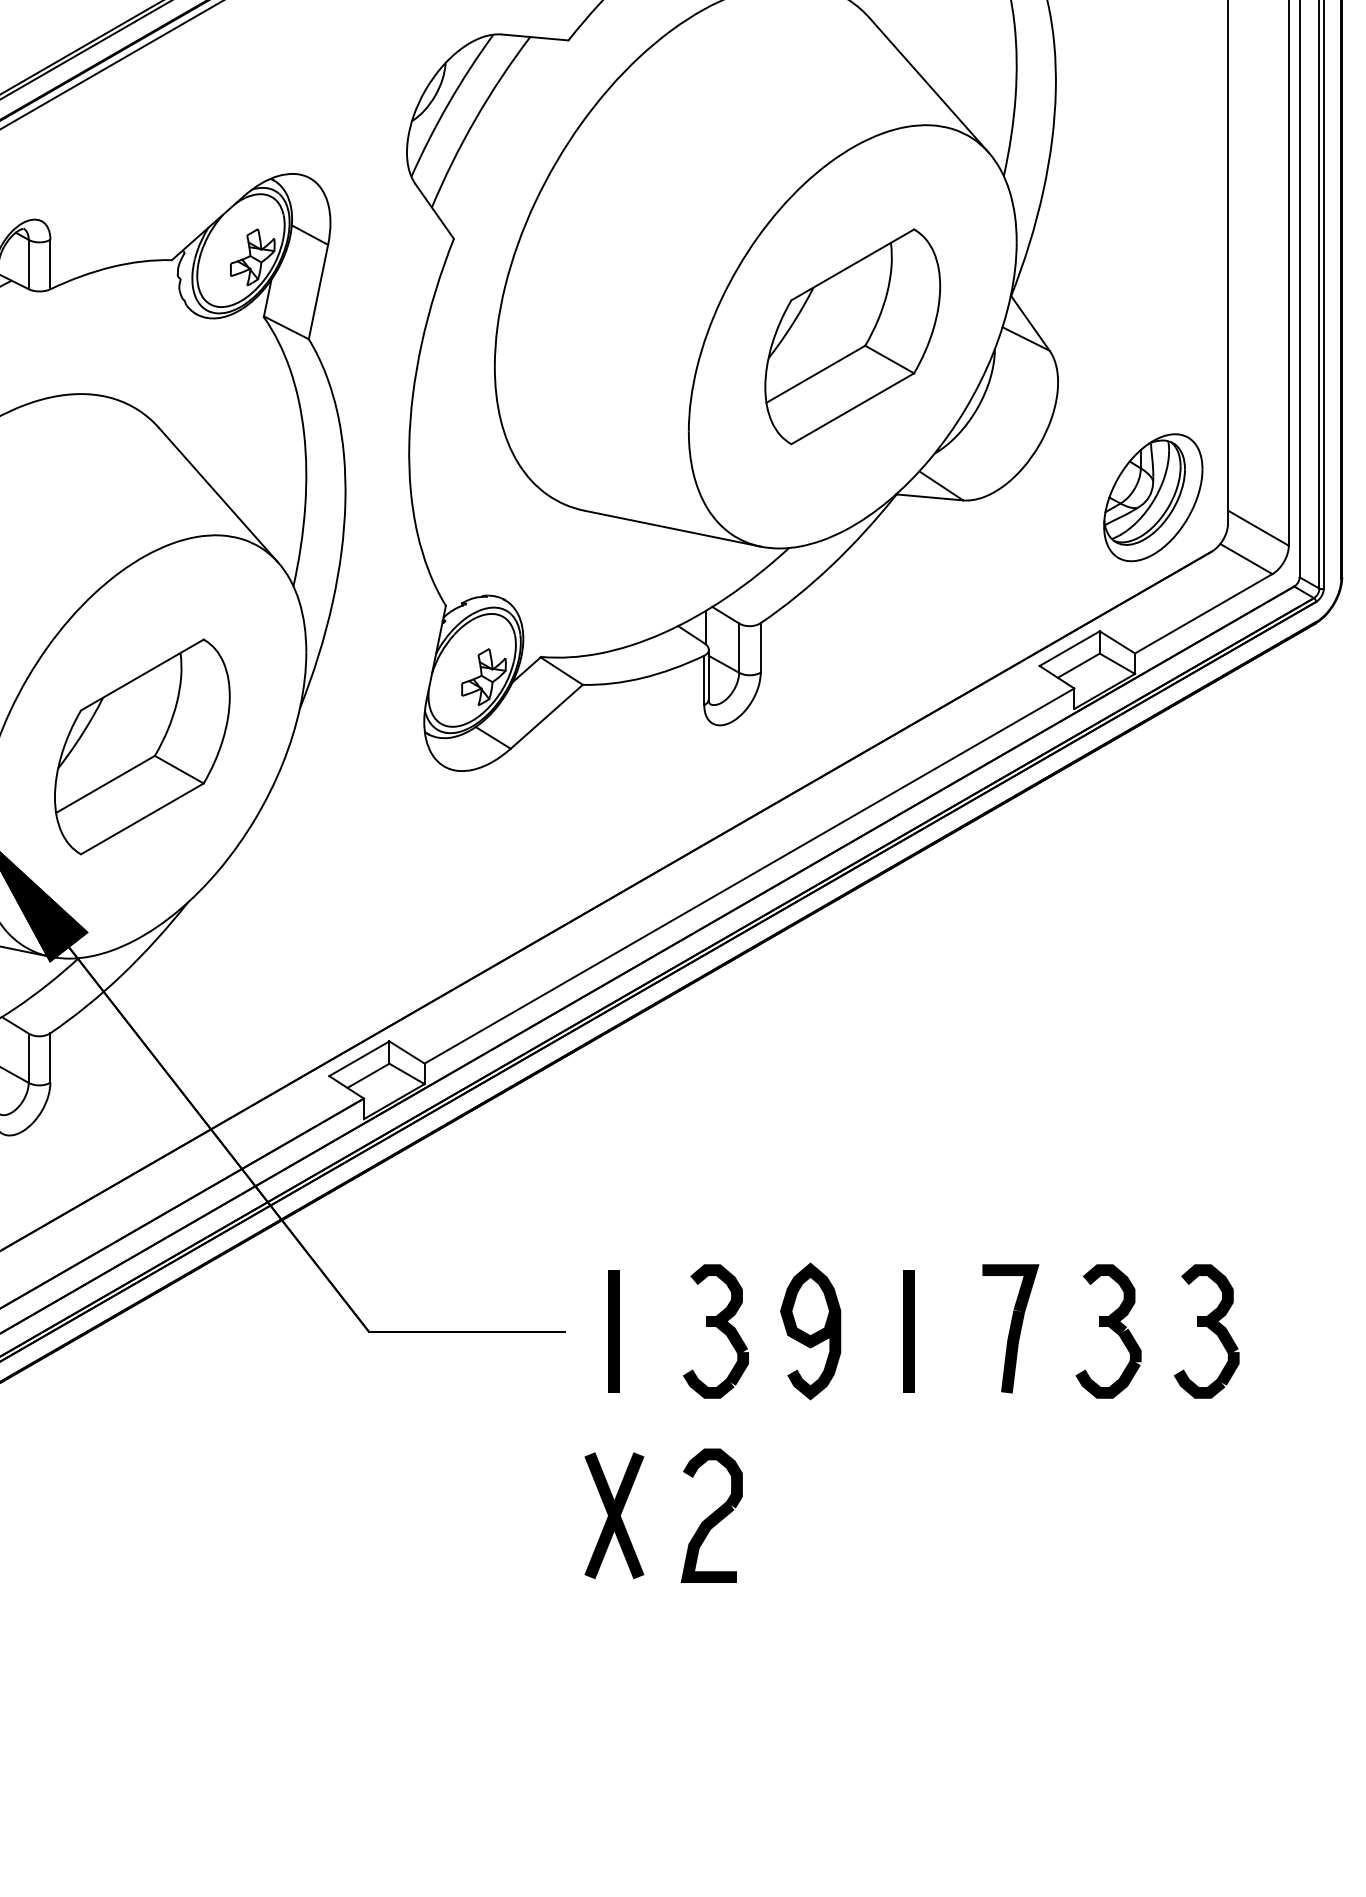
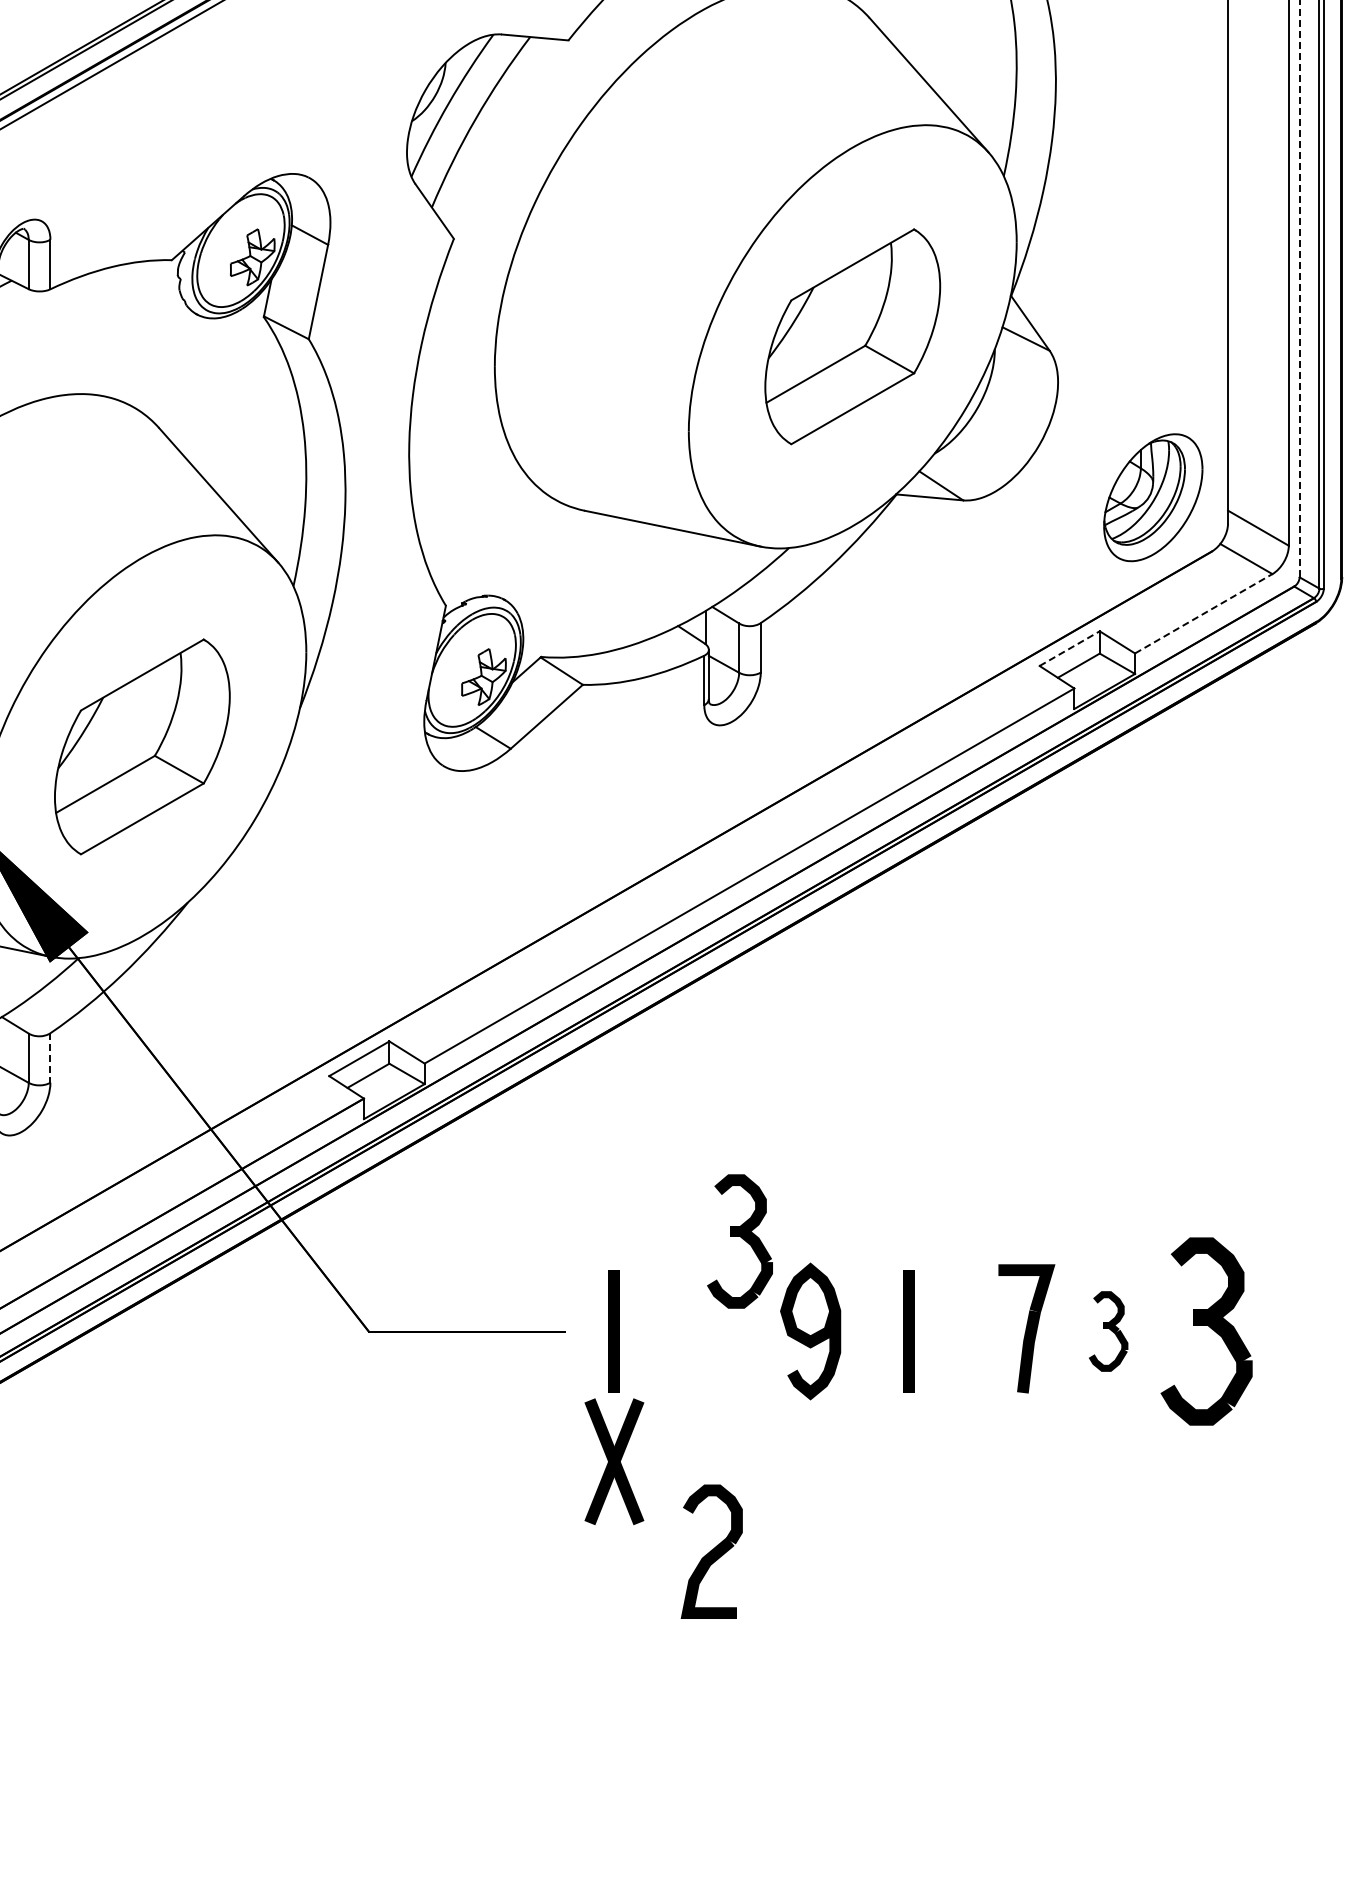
line at (1299, 288): solid -> dashed
line at (1204, 613): solid -> dashed
line at (1069, 648): solid -> dashed
line at (50, 1058): solid -> dashed
part at (1010, 1328) position: (1010, 1328) -> (1026, 1328)
part at (715, 1331) position: (715, 1331) -> (739, 1241)
part at (1108, 1331) size: 67x135 px -> 40x81 px
part at (1206, 1331) size: 66x135 px -> 93x189 px
part at (614, 1515) position: (614, 1515) -> (614, 1461)
part at (711, 1515) position: (711, 1515) -> (711, 1551)
